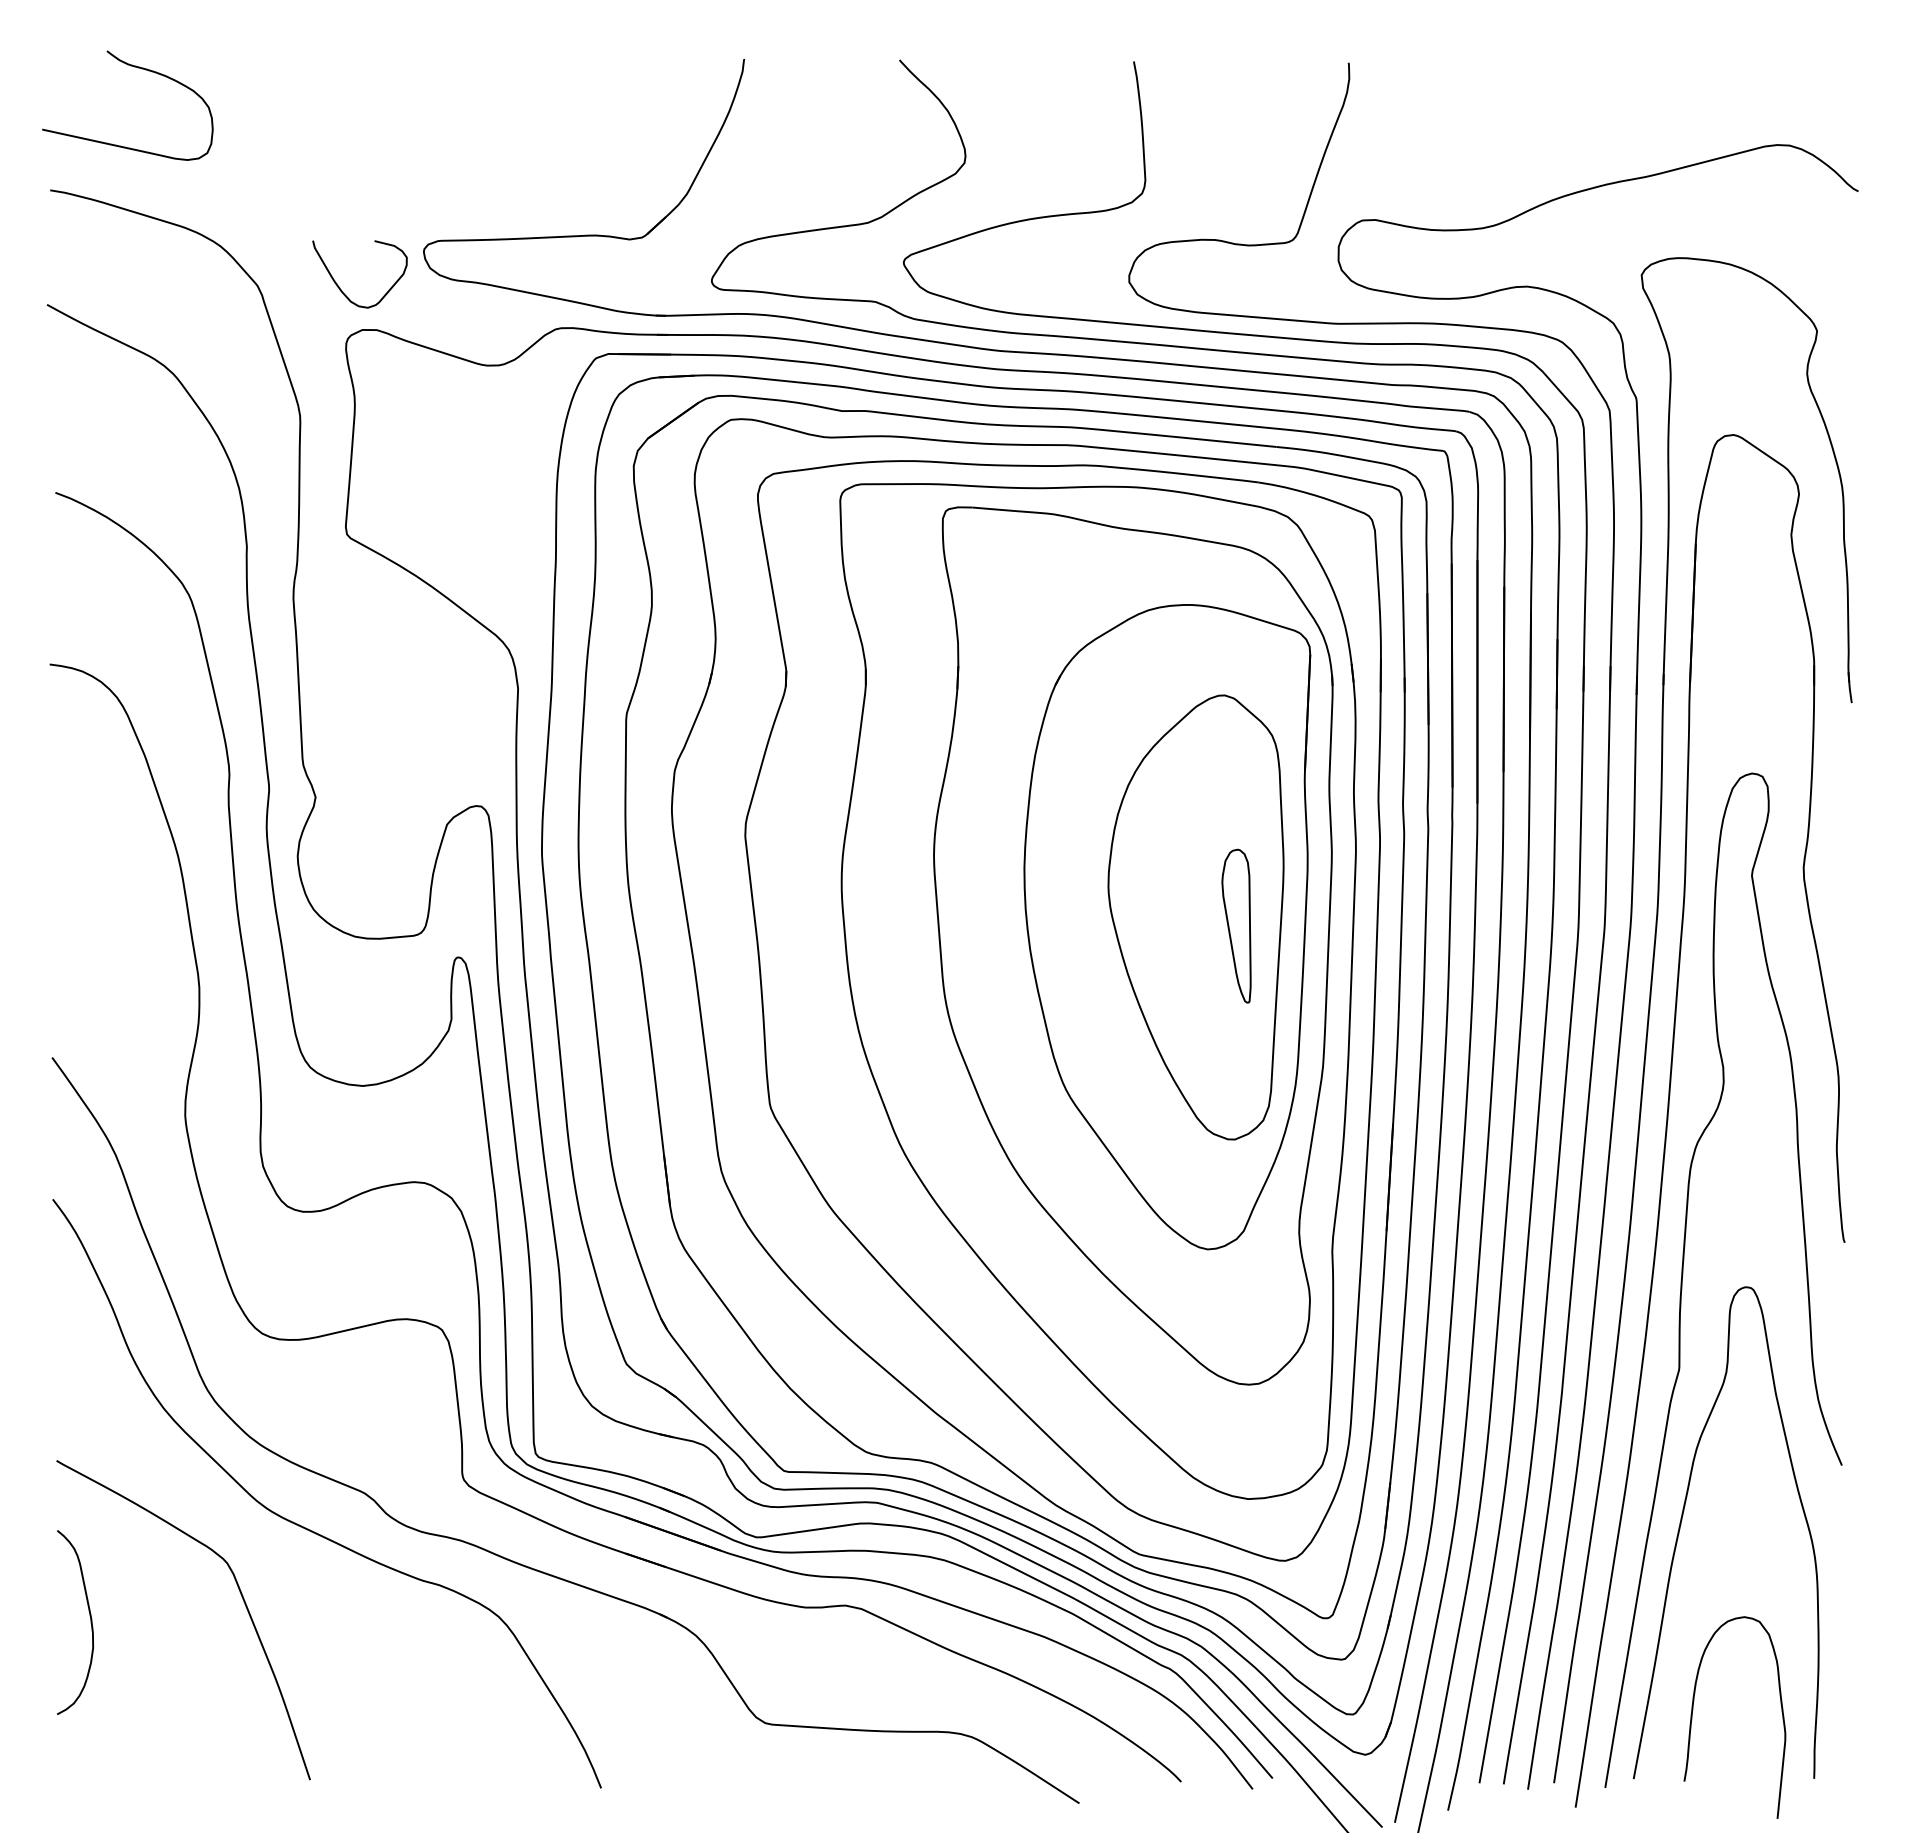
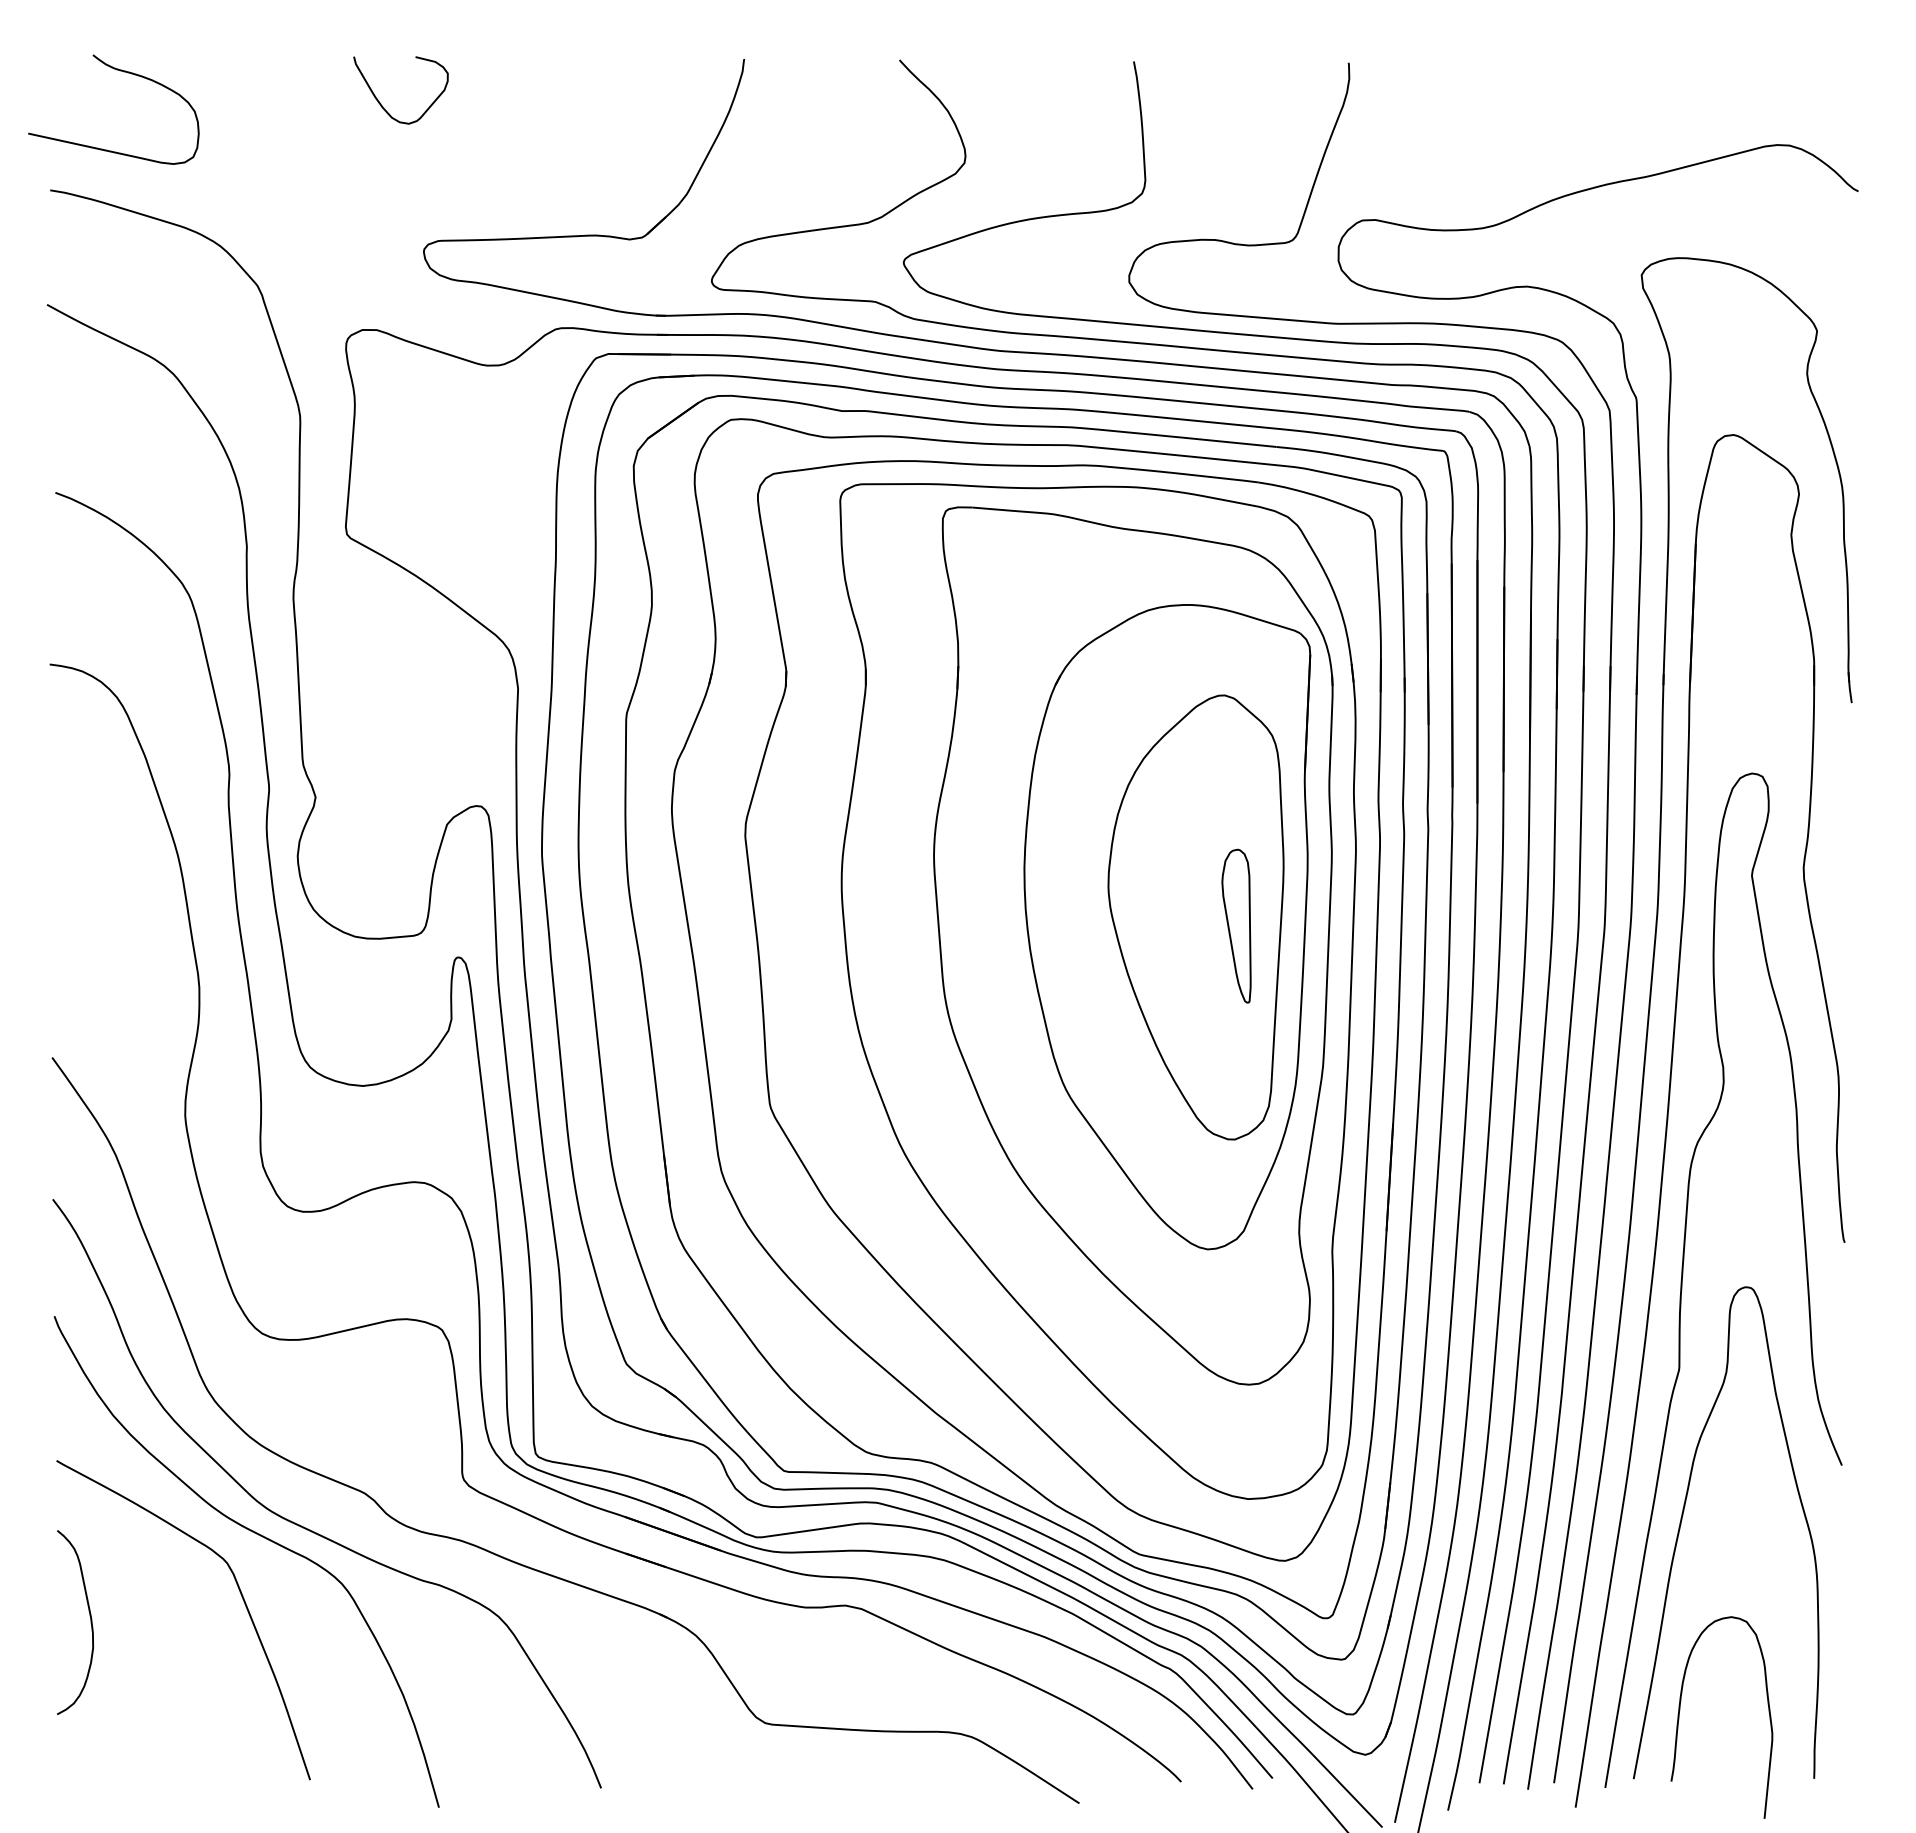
curve at (138, 68) position: (138, 68) -> (124, 72)
curve at (339, 286) position: (339, 286) -> (380, 102)
curve at (258, 1535): none -> present
curve at (1693, 1710) position: (1693, 1710) -> (1680, 1710)
